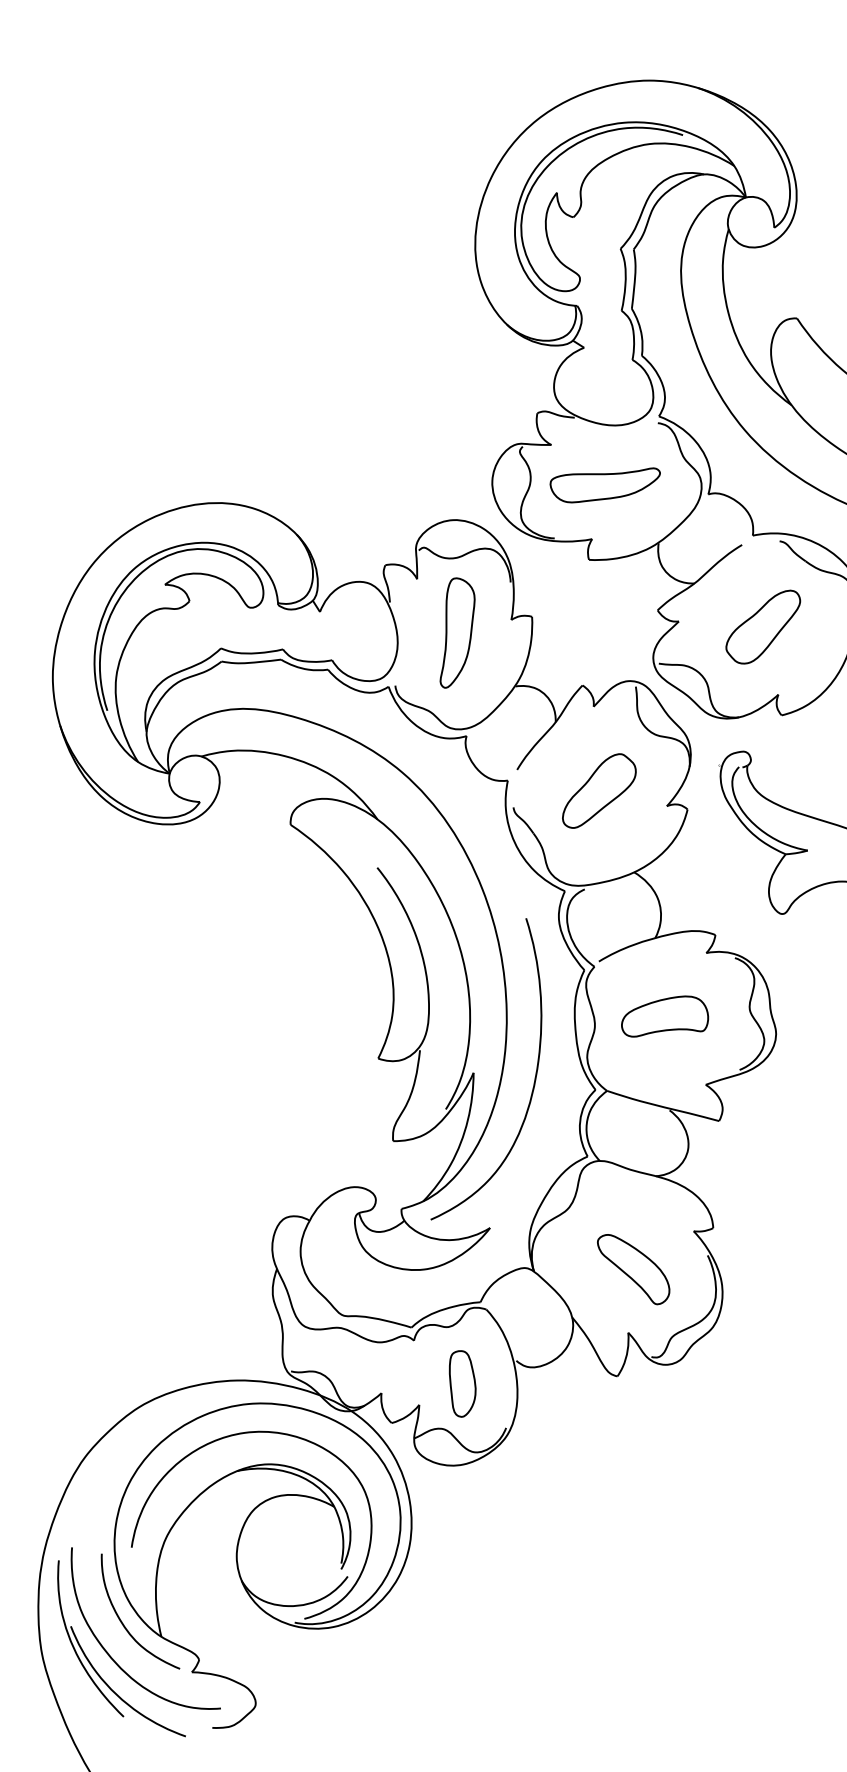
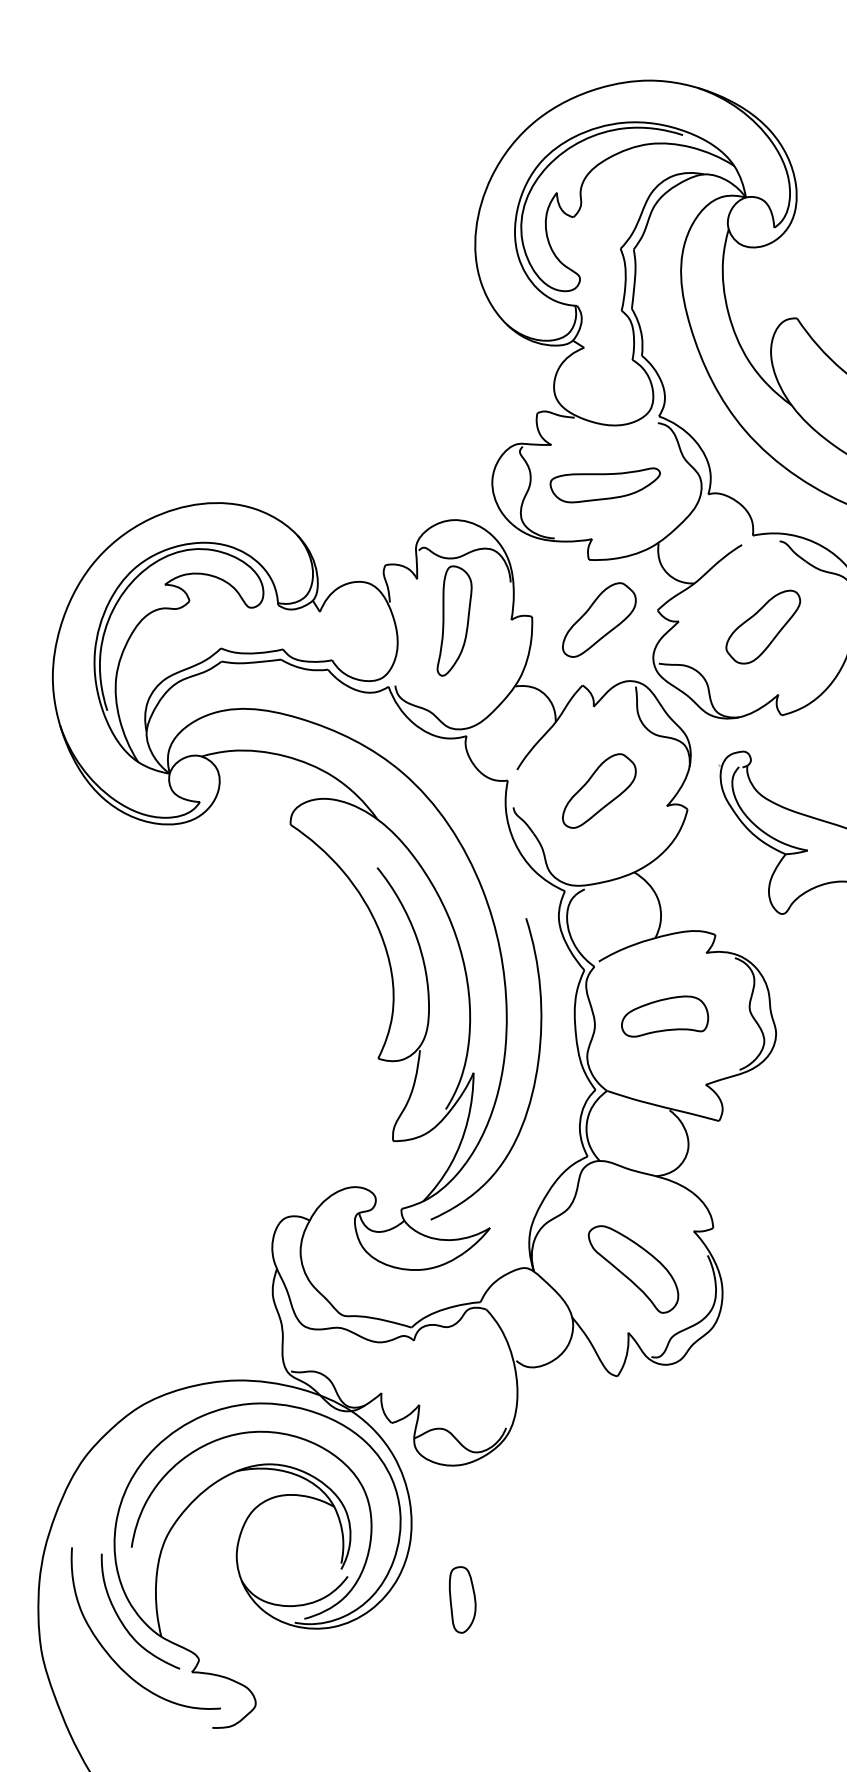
part at (599, 619): none -> present
part at (457, 632) position: (457, 632) -> (454, 620)
part at (633, 1269) size: 74x72 px -> 93x89 px
part at (462, 1383) position: (462, 1383) -> (462, 1599)
part at (94, 1667): present -> none
